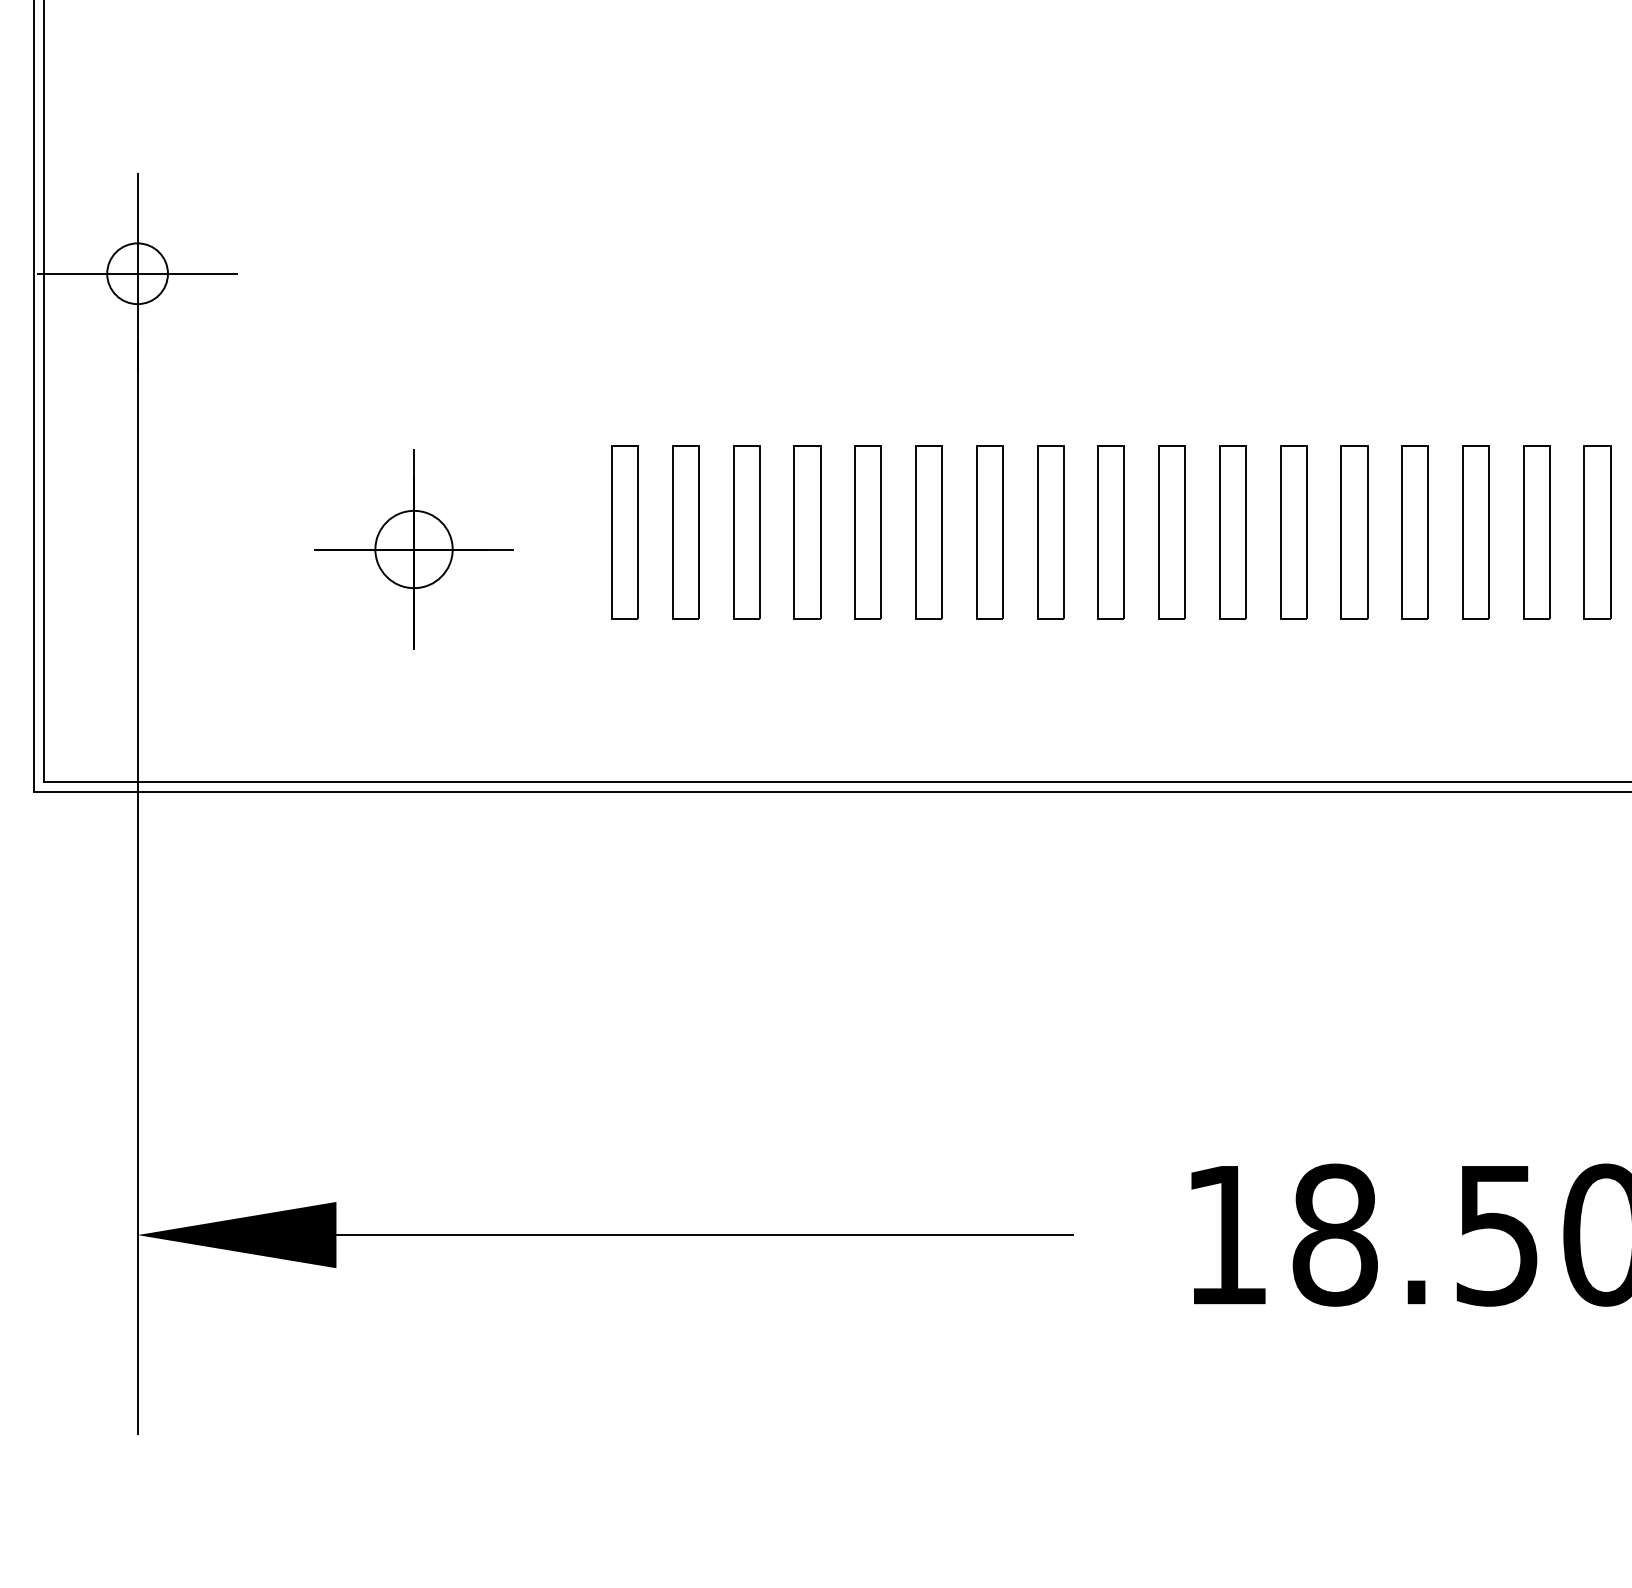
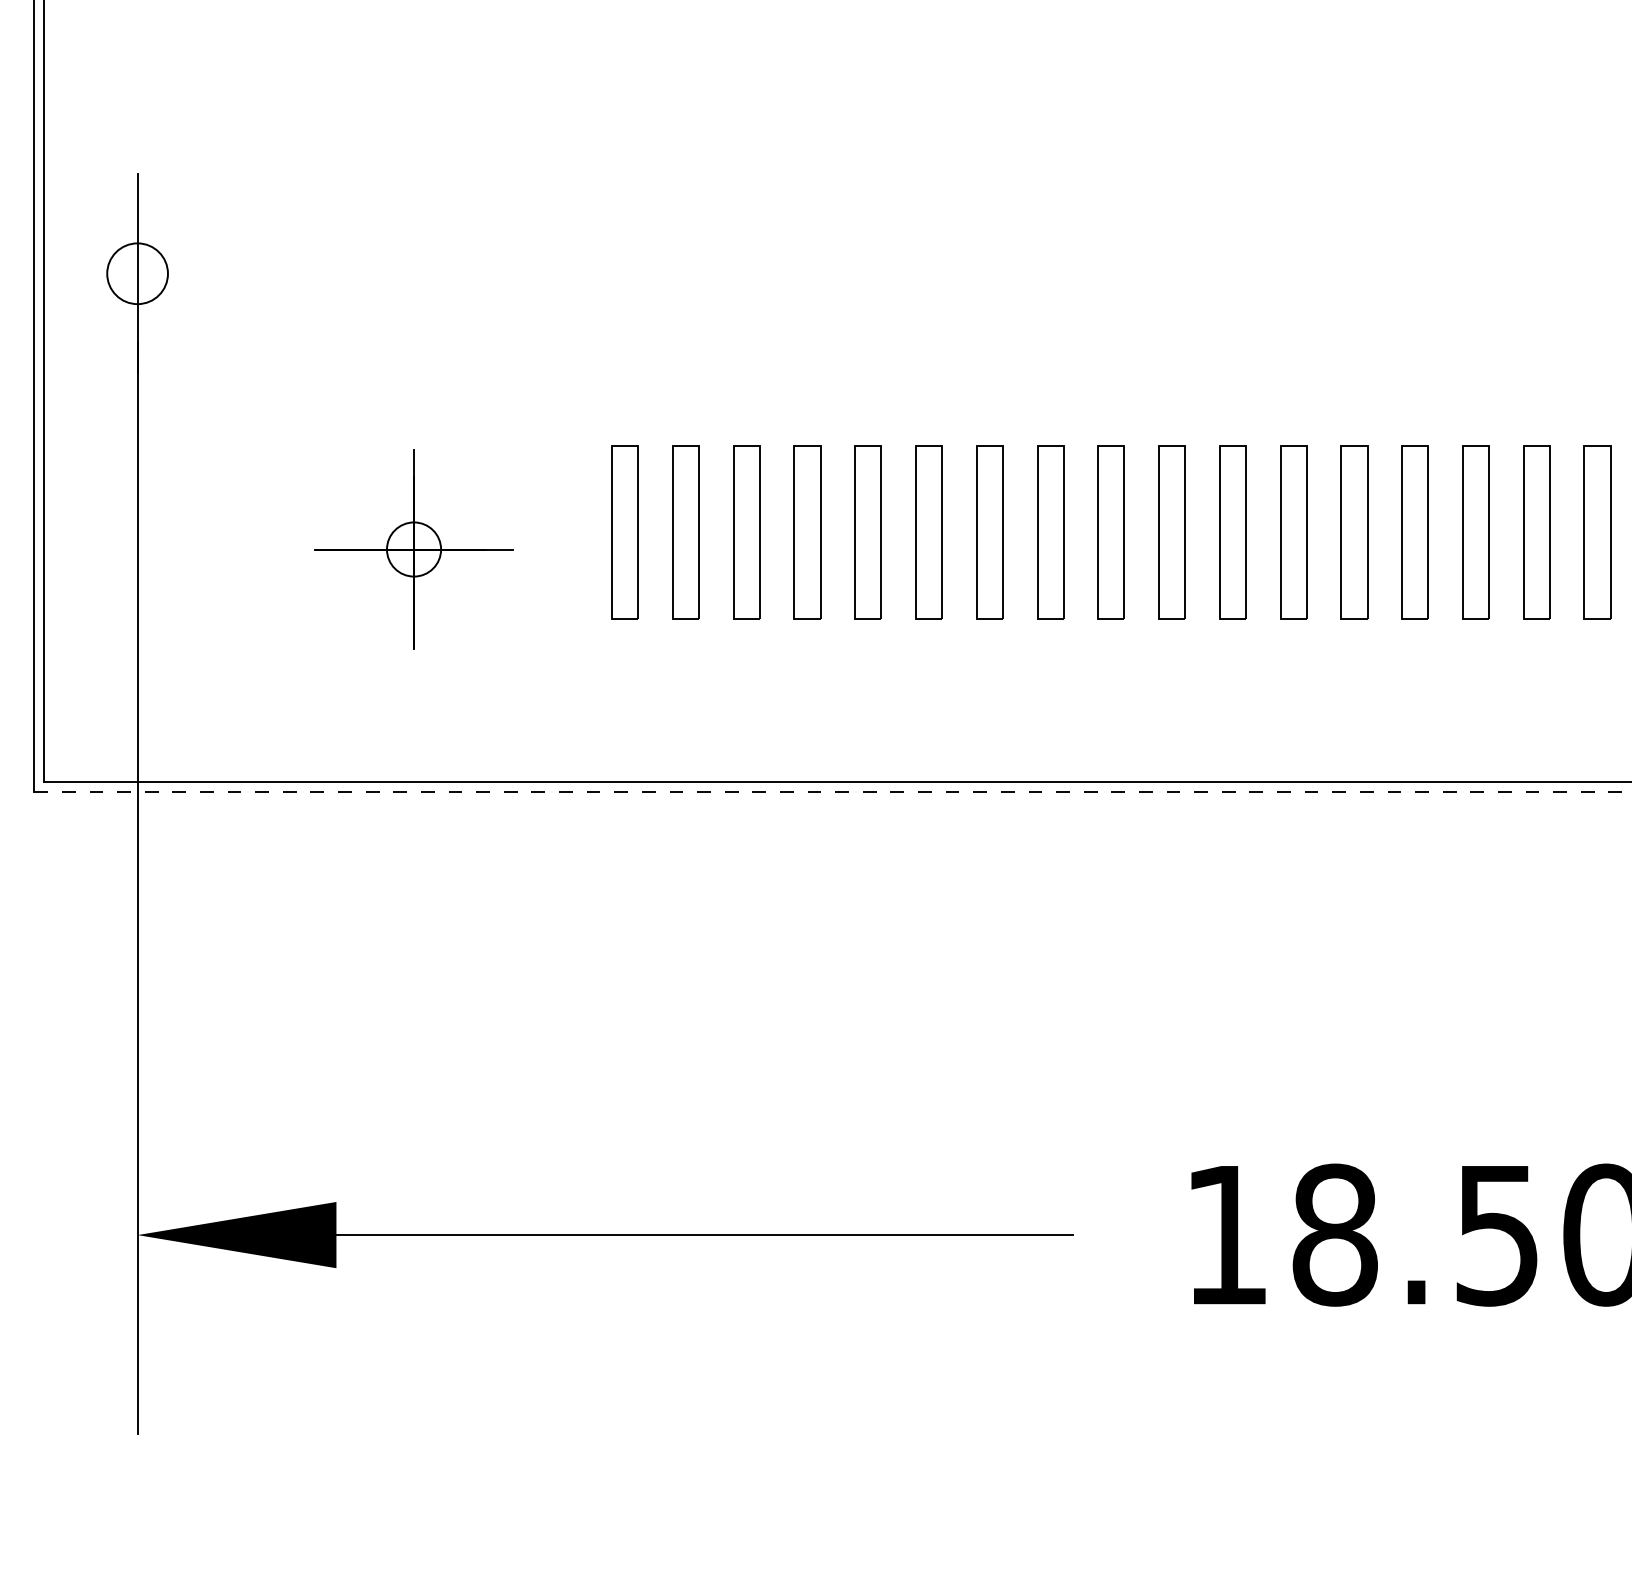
line at (137, 273): present -> none
circle at (413, 549) diameter: 77 px -> 54 px
line at (833, 792): solid -> dashed
